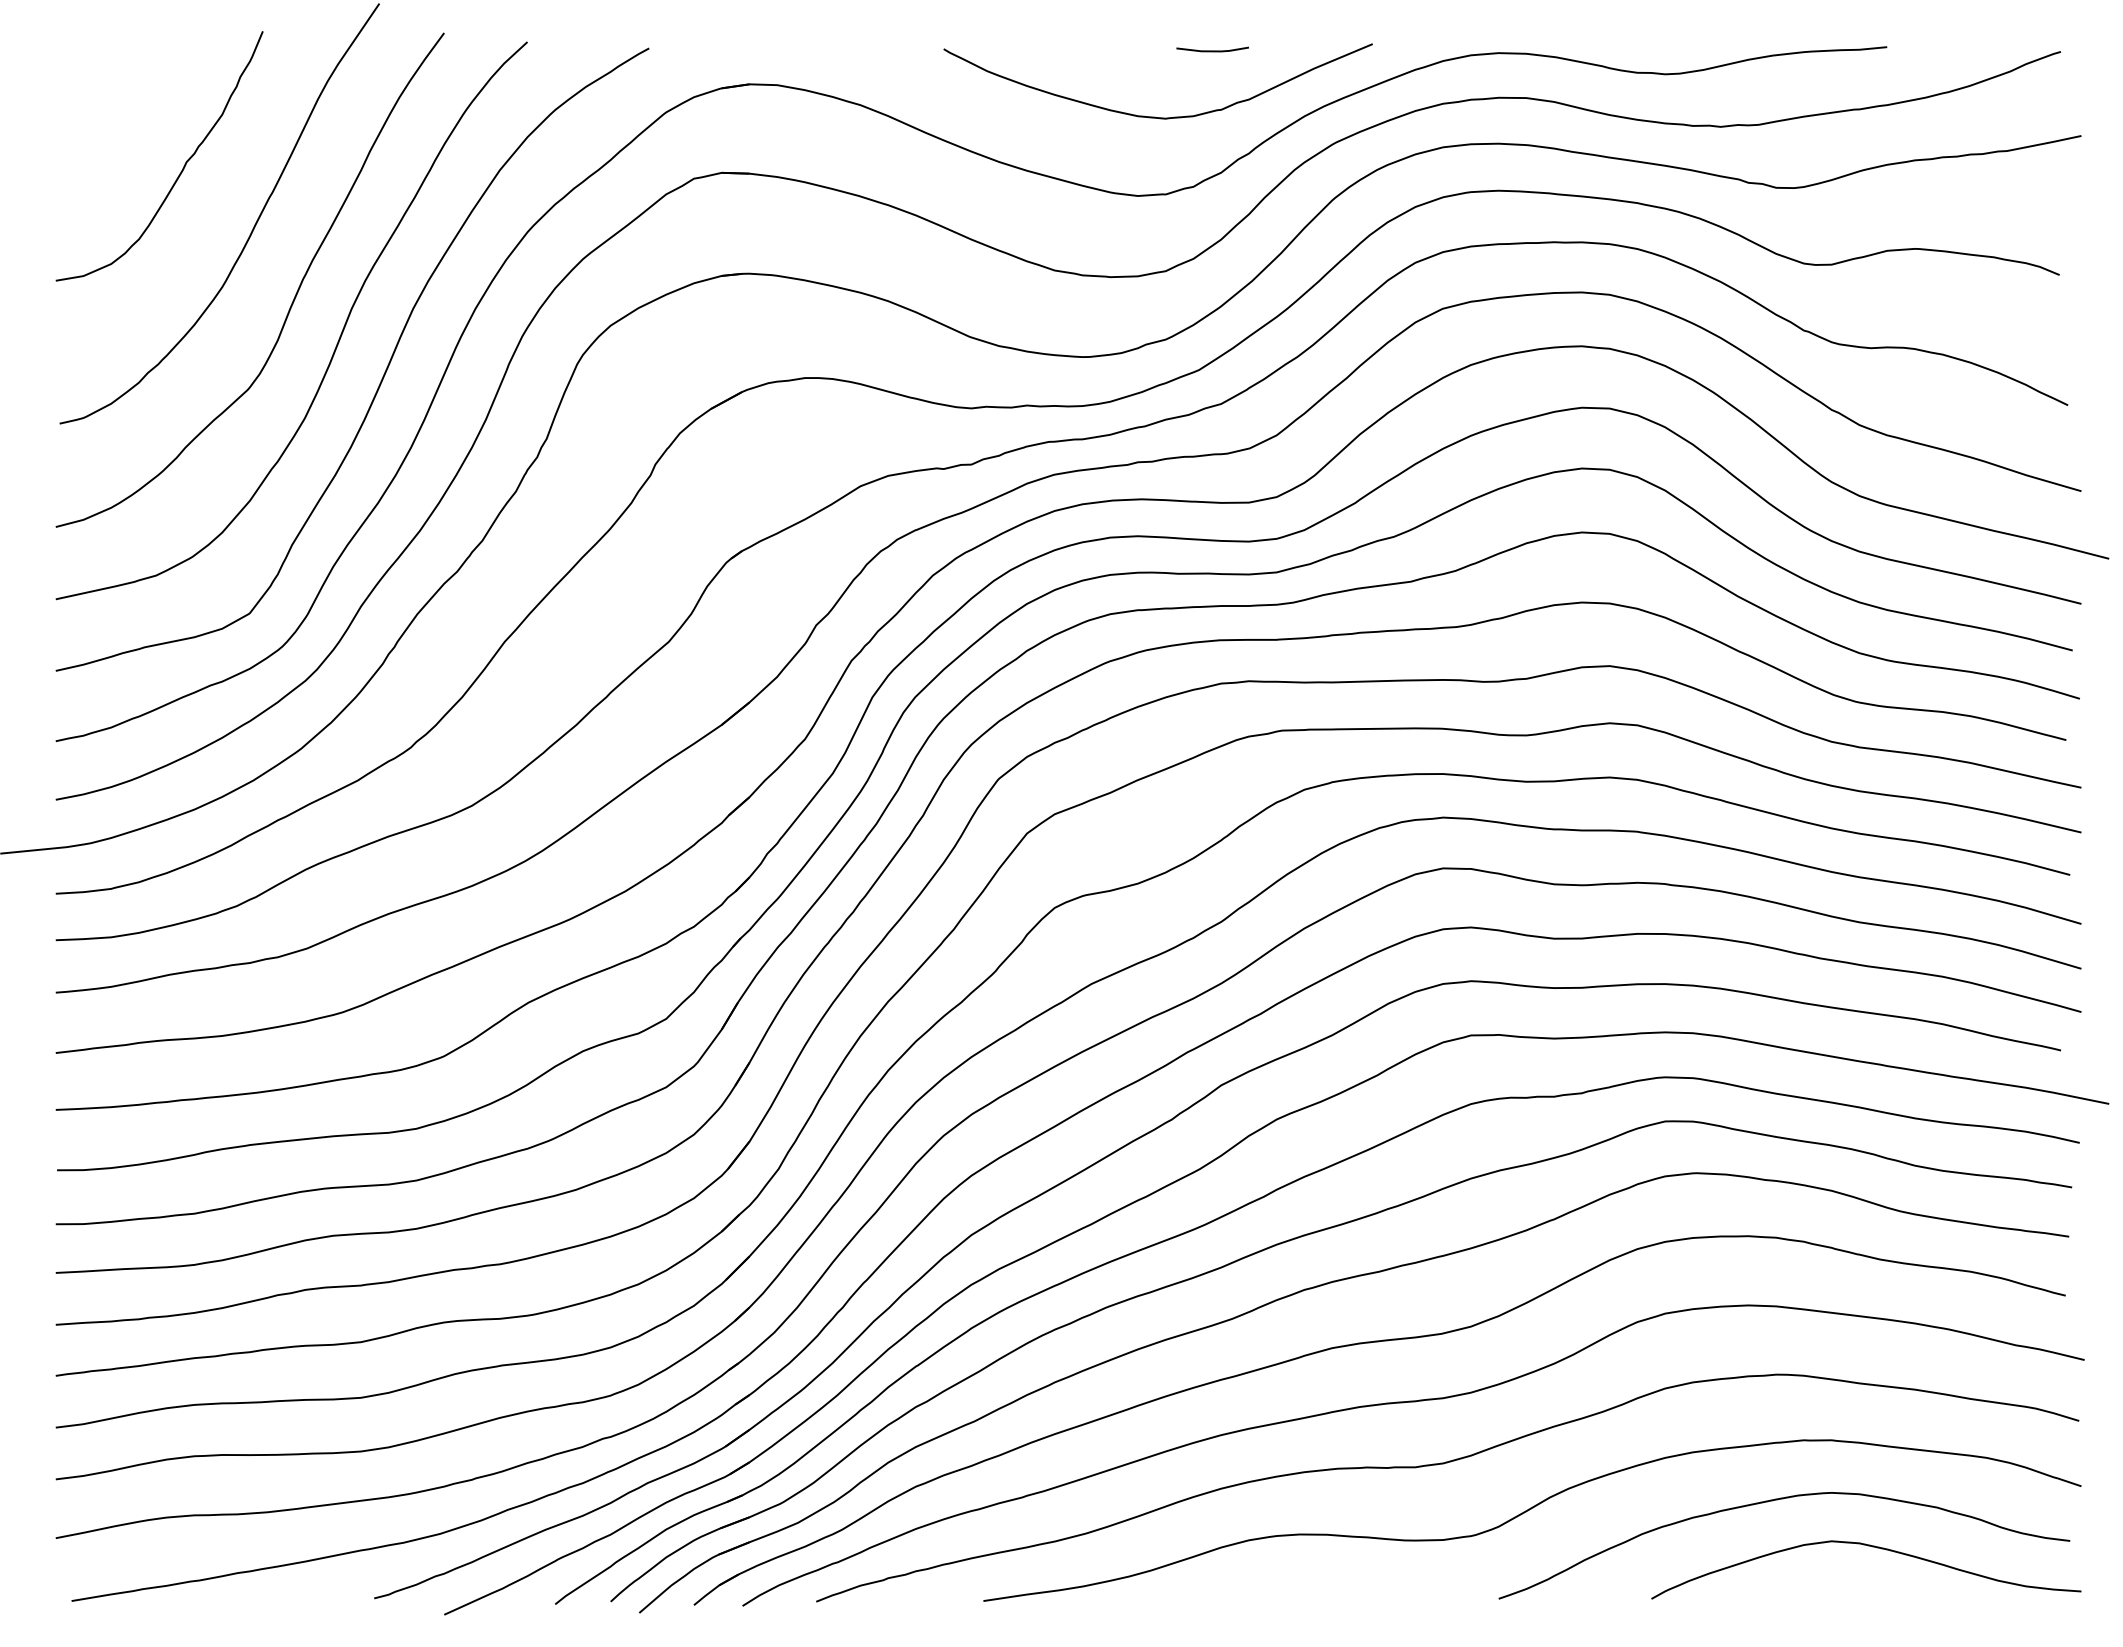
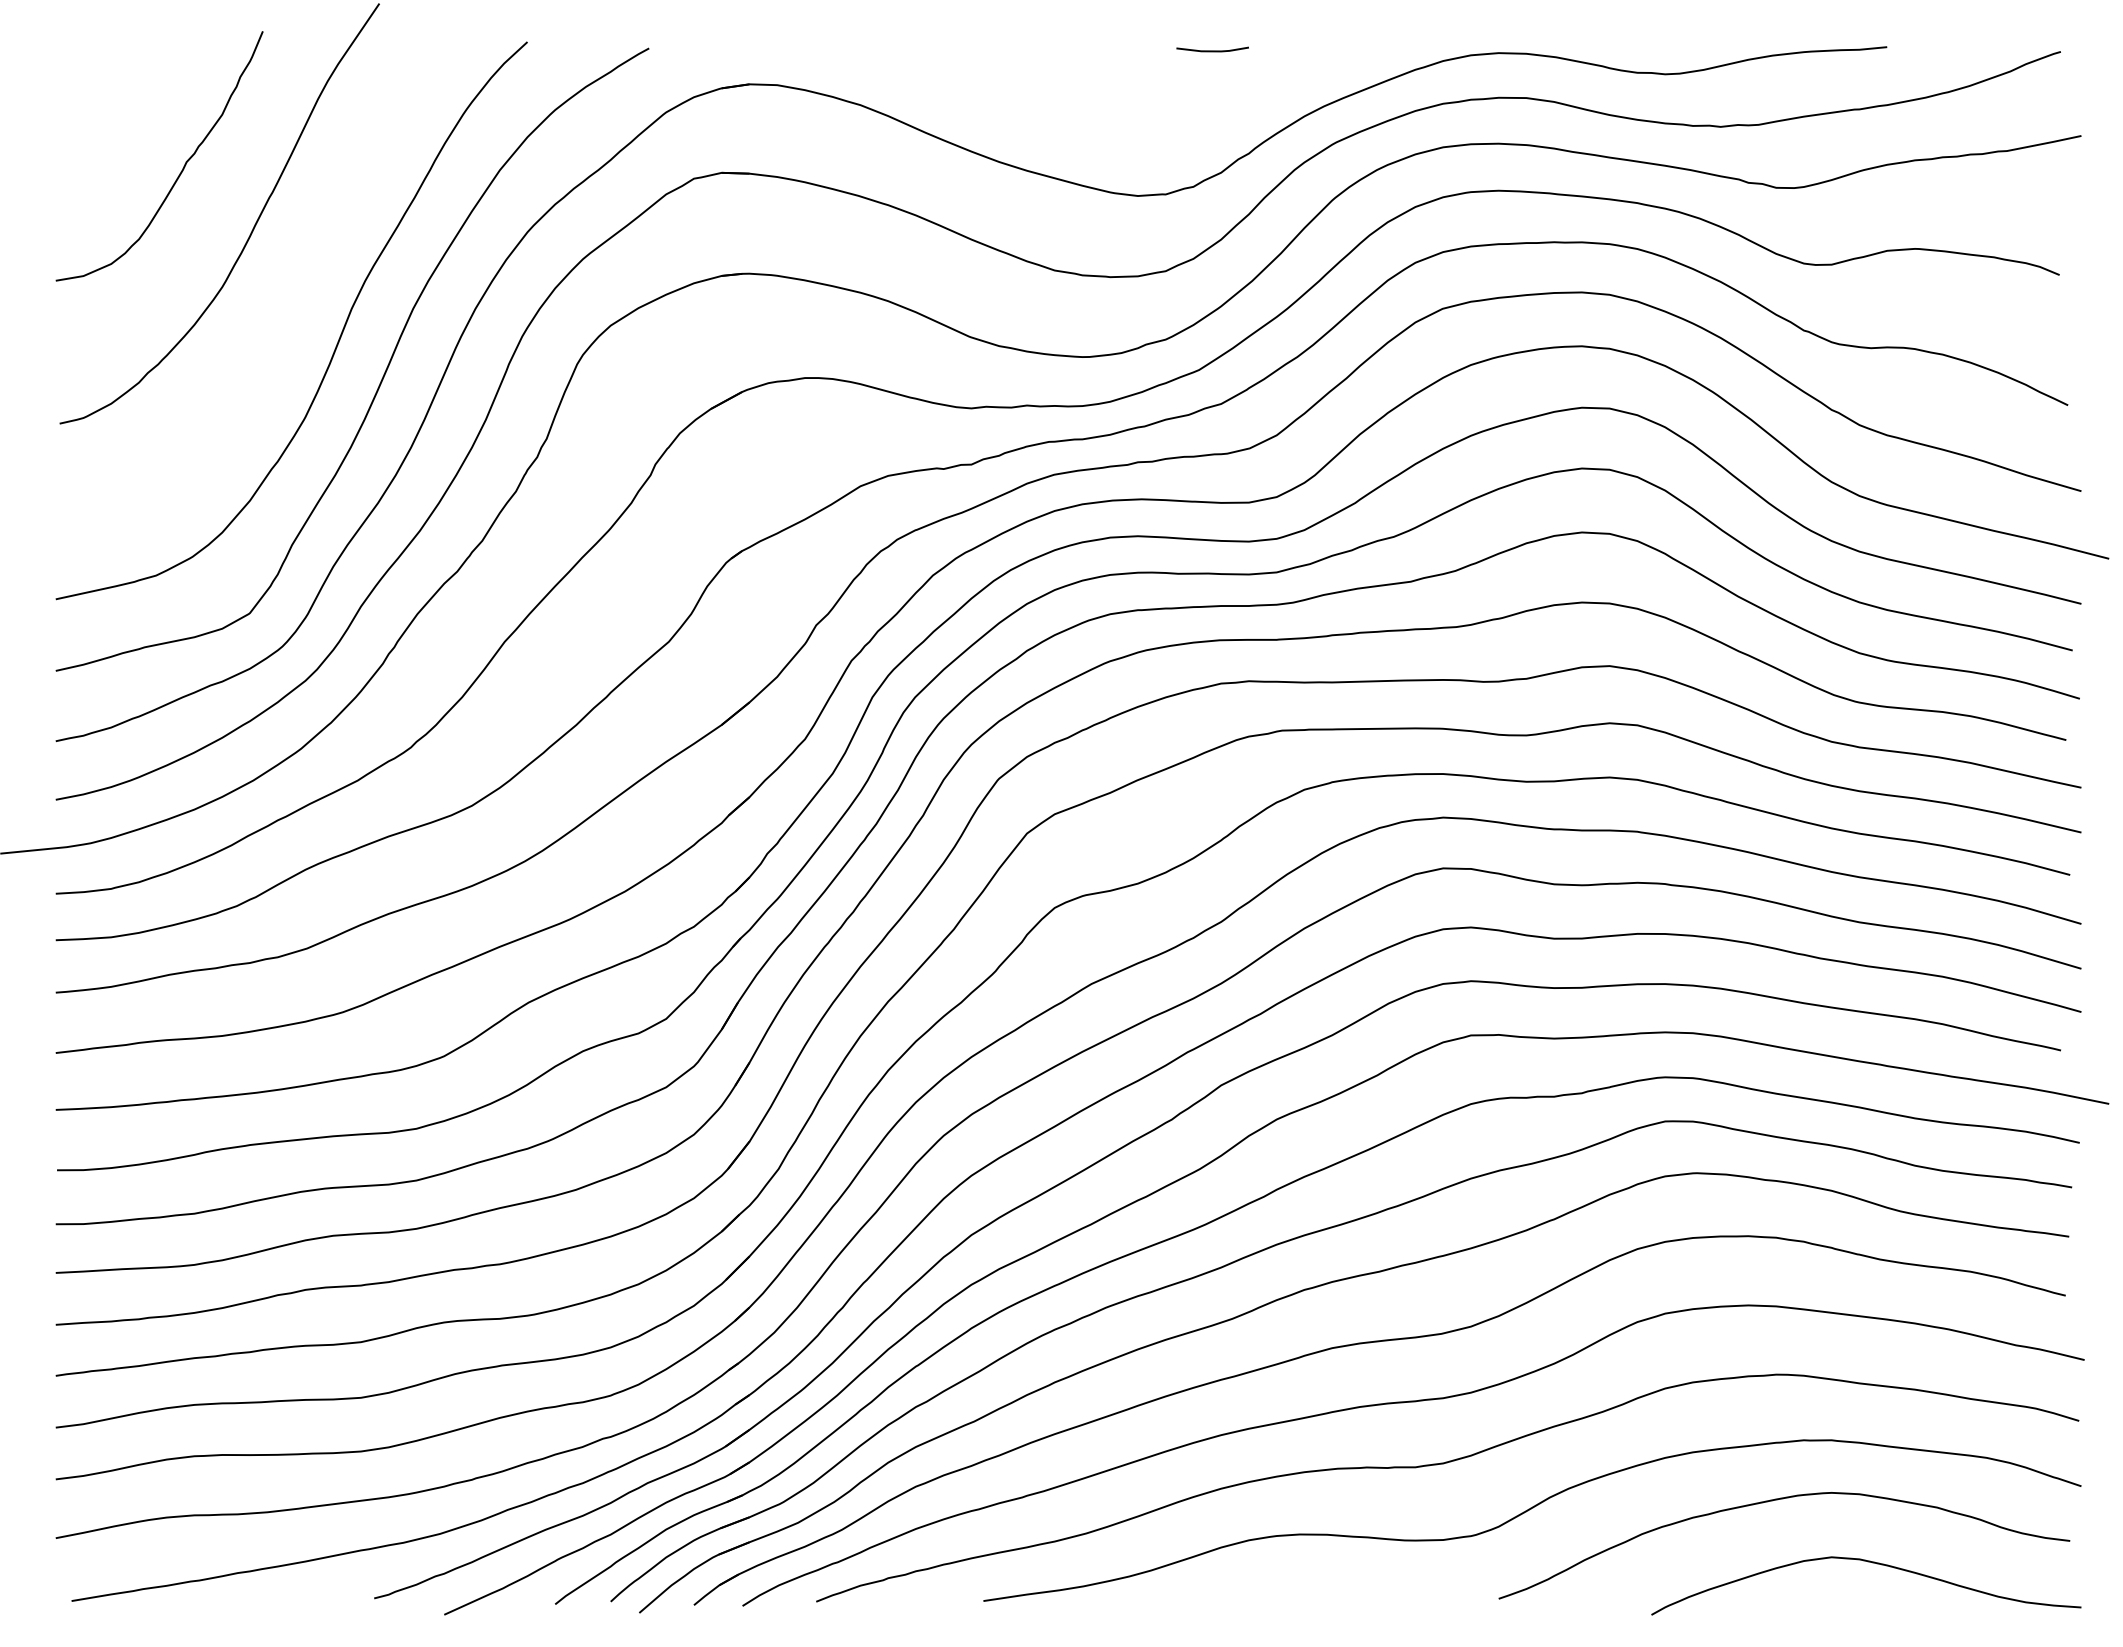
curve at (1155, 116): present -> none
curve at (292, 300): present -> none
curve at (1872, 1547) position: (1872, 1547) -> (1872, 1563)
